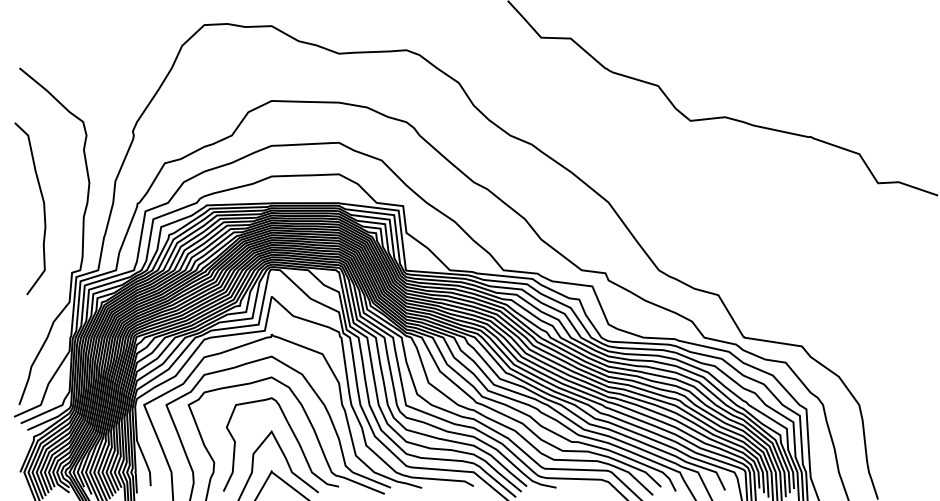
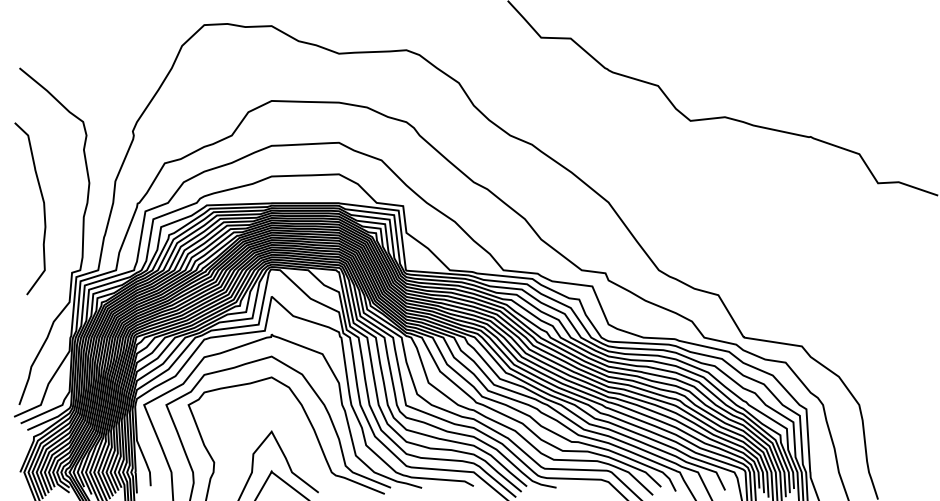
curve at (294, 437): present -> none
